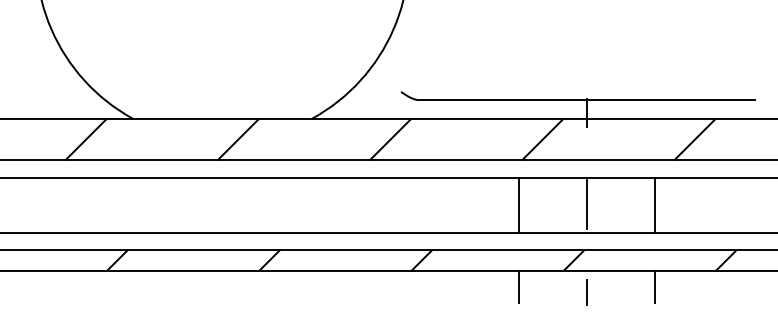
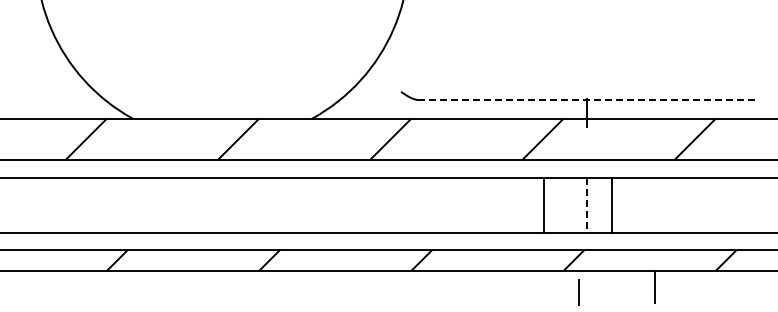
line at (586, 100): solid -> dashed
line at (586, 202): solid -> dashed
line at (519, 205) position: (519, 205) -> (544, 205)
line at (654, 205) position: (654, 205) -> (611, 205)
line at (519, 286): present -> none
line at (586, 292) position: (586, 292) -> (578, 292)
